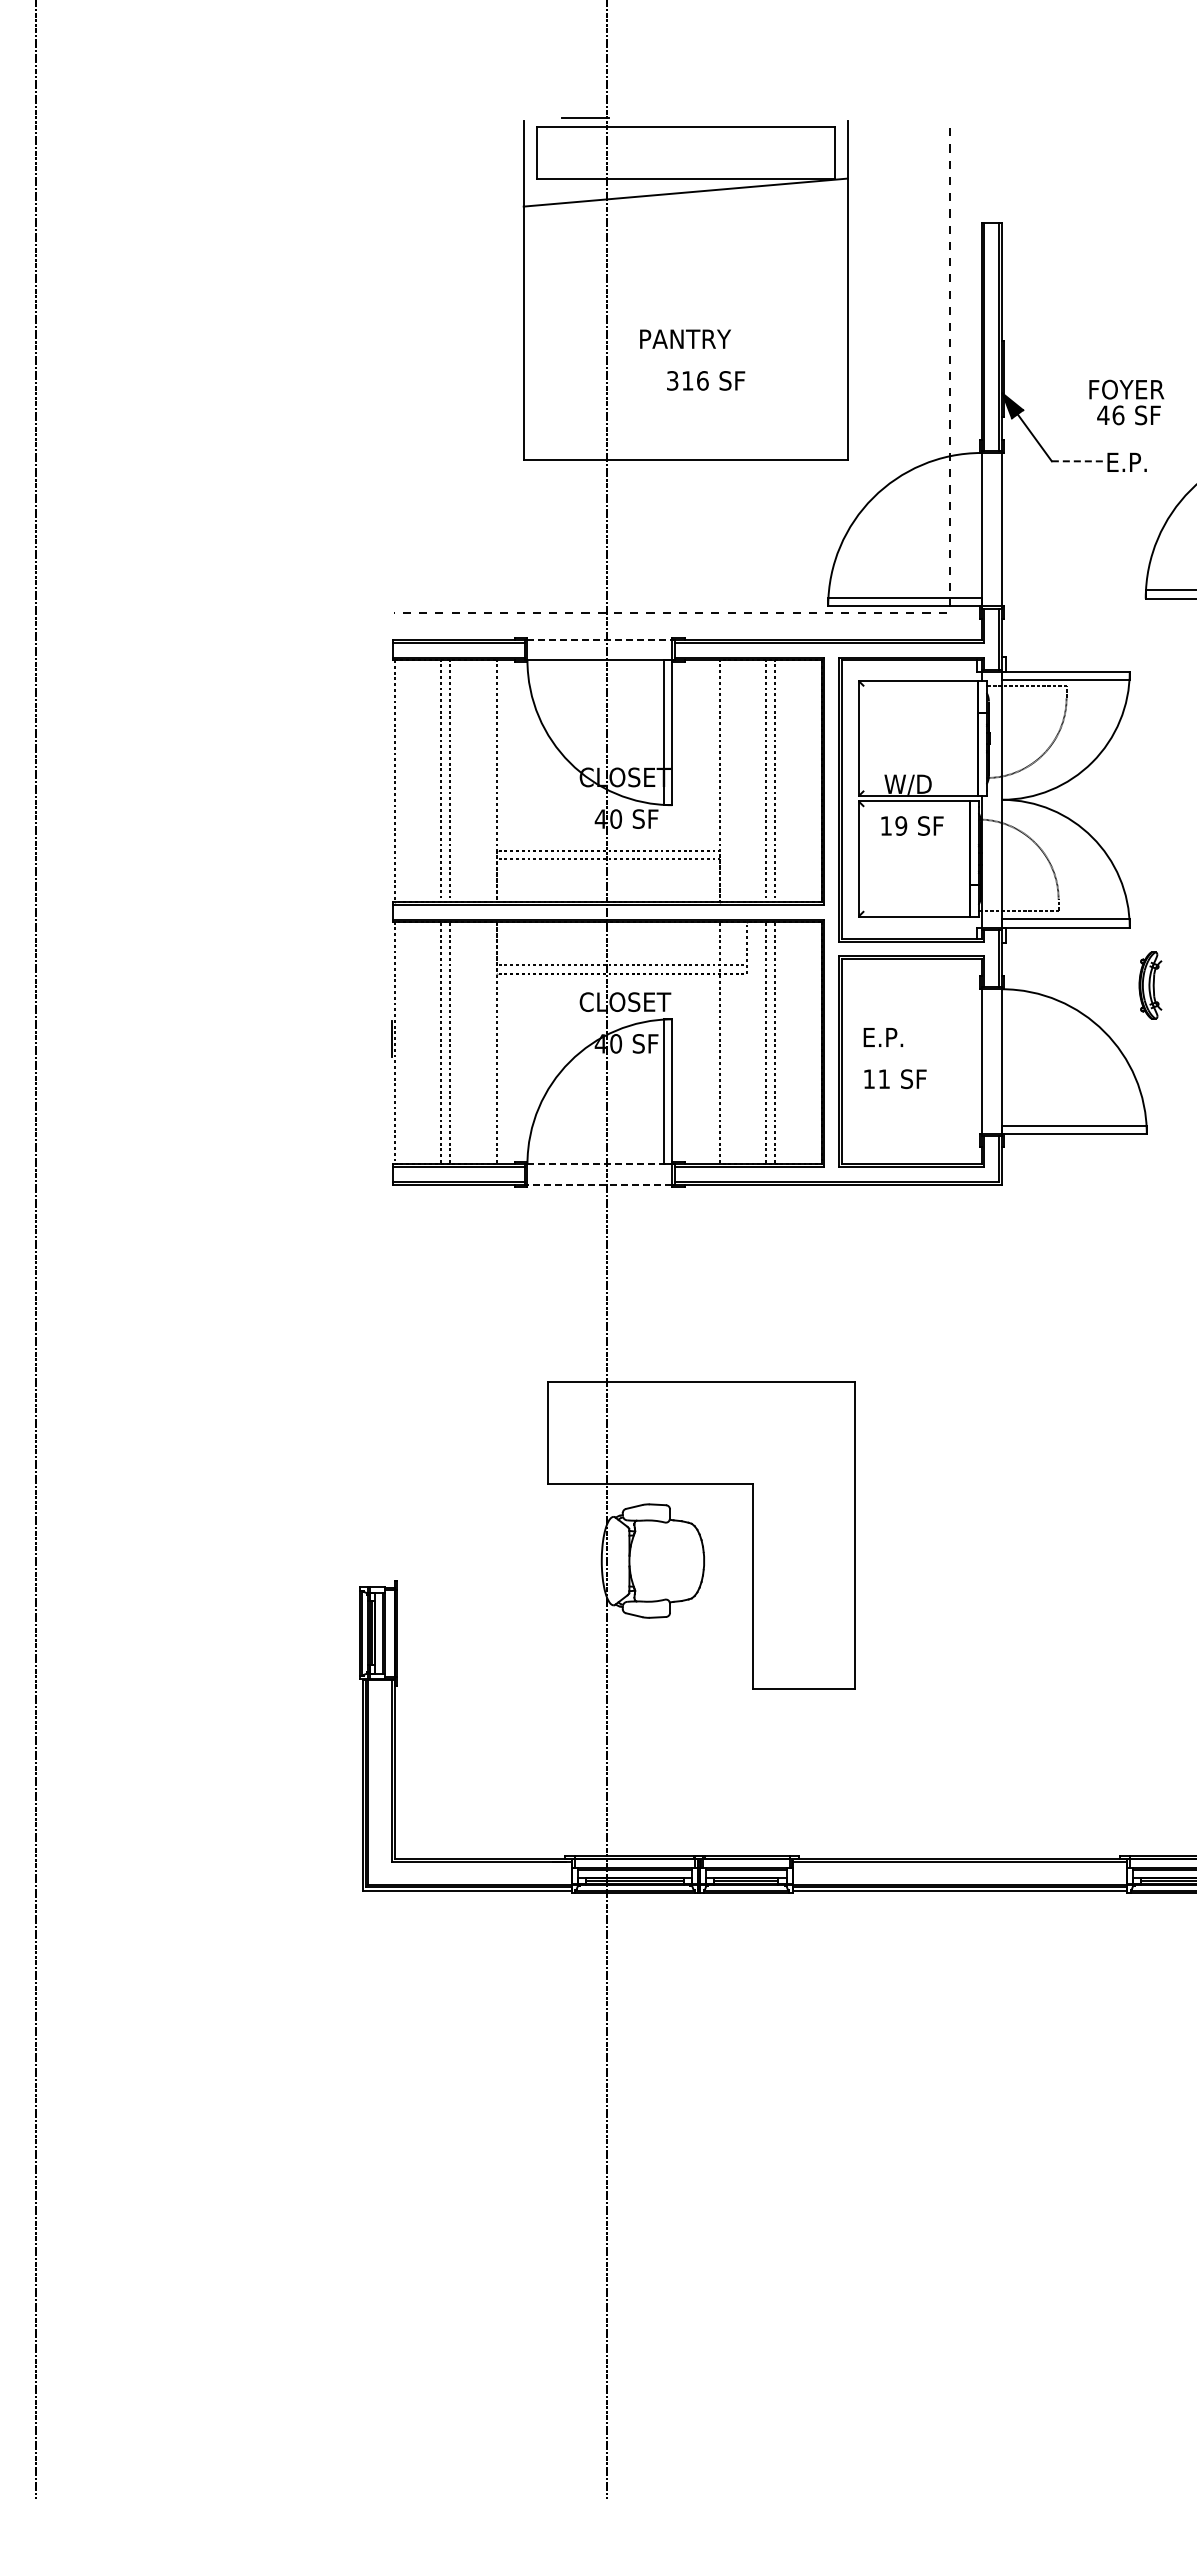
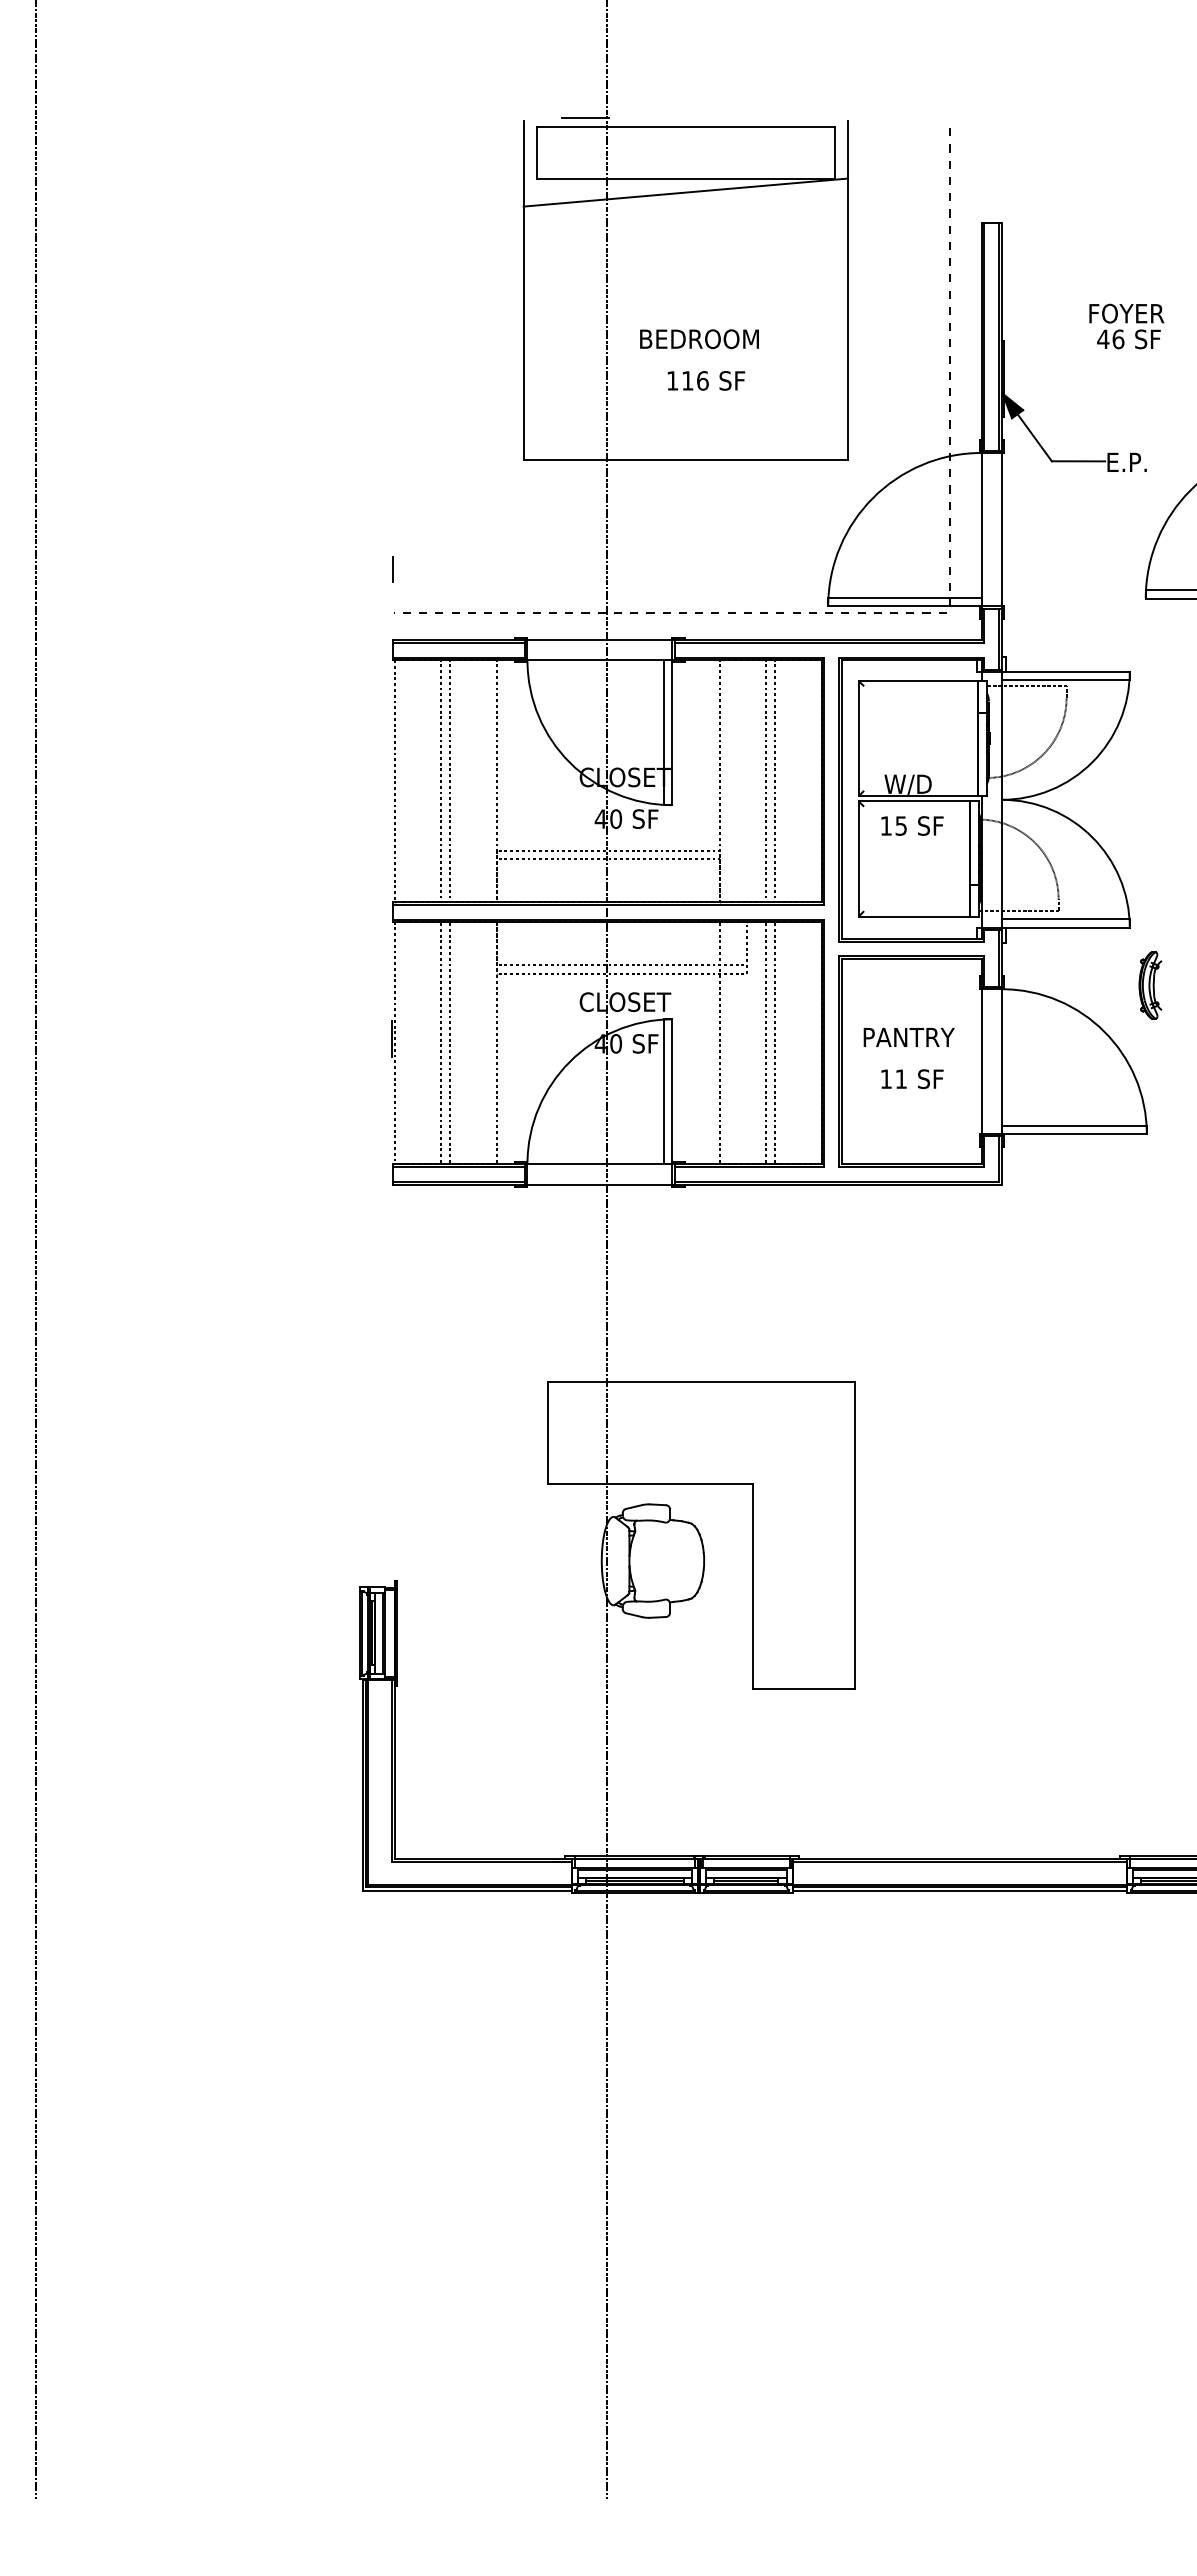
text at (700, 339): PANTRY -> BEDROOM
text at (672, 380): 316 -> 116
text at (1126, 402) position: (1126, 402) -> (1126, 326)
line at (1078, 461): dashed -> solid
line at (392, 569): none -> present
line at (600, 639): dashed -> solid
text at (901, 825): 19 -> 15
text at (910, 1037): E.P. -> PANTRY
text at (895, 1079) position: (895, 1079) -> (912, 1079)
line at (600, 1164): dashed -> solid
line at (599, 1184): dashed -> solid
